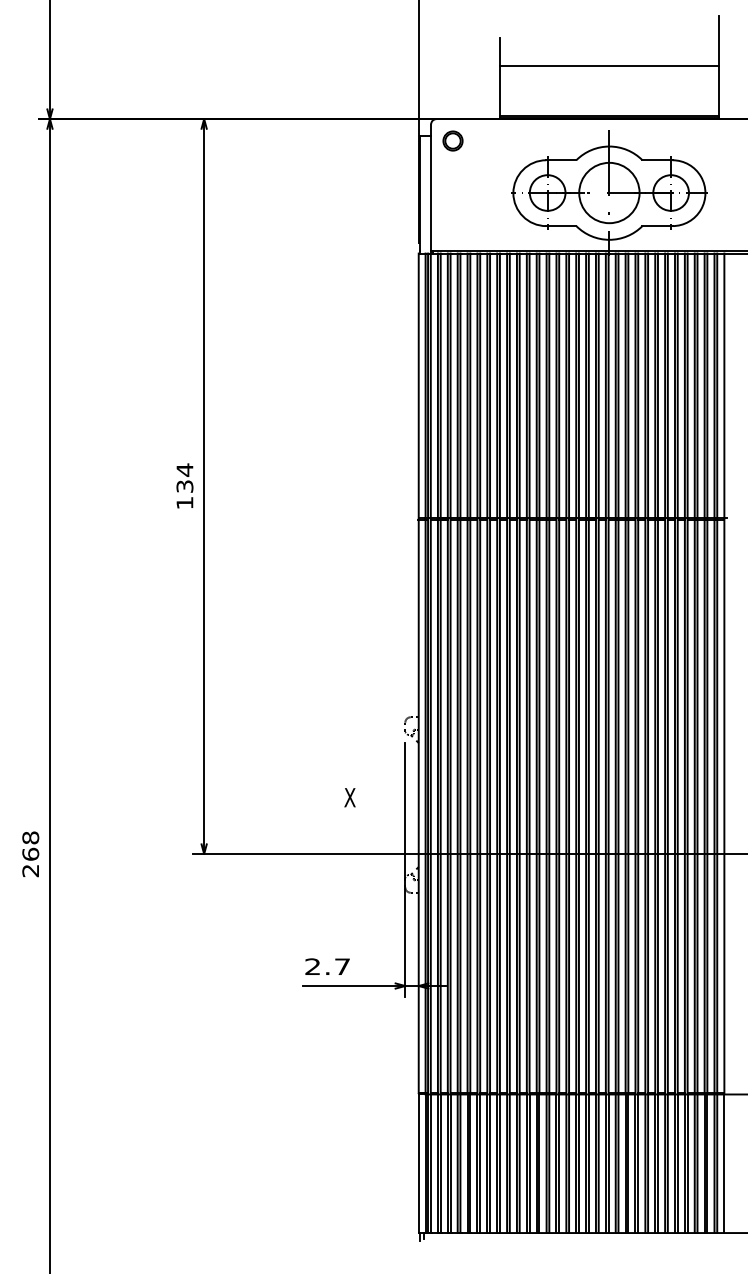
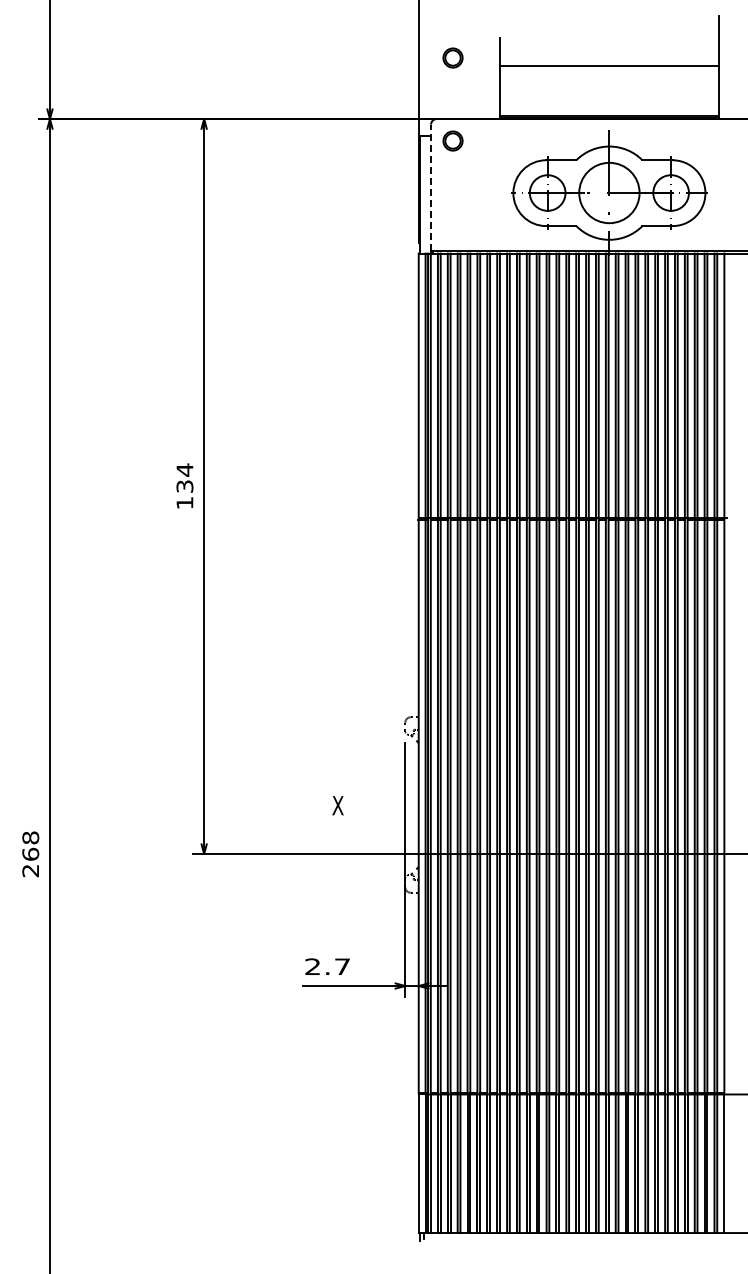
circle at (452, 57): none -> present
line at (431, 187): solid -> dashed
text at (349, 797) position: (349, 797) -> (337, 805)
